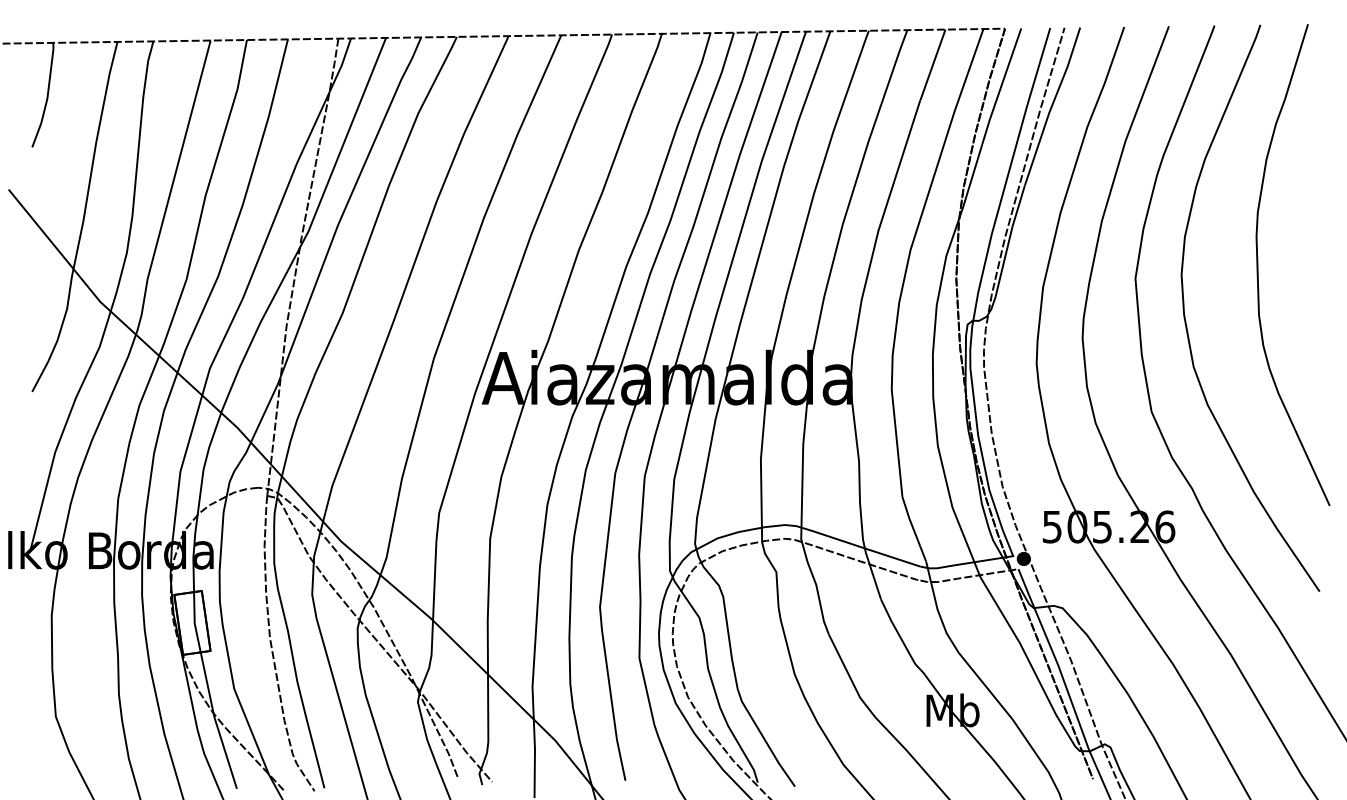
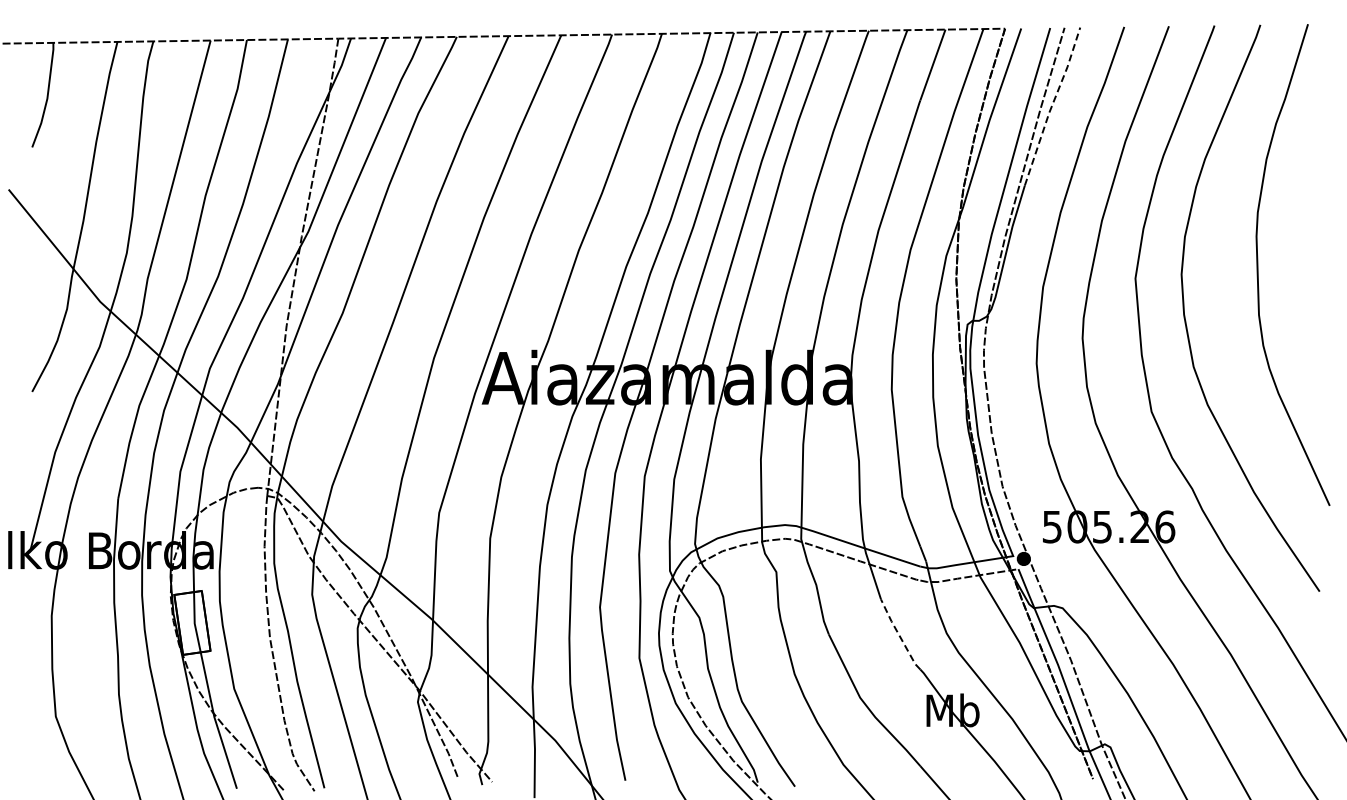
line at (1052, 105): solid -> dashed
line at (899, 635): solid -> dashed
